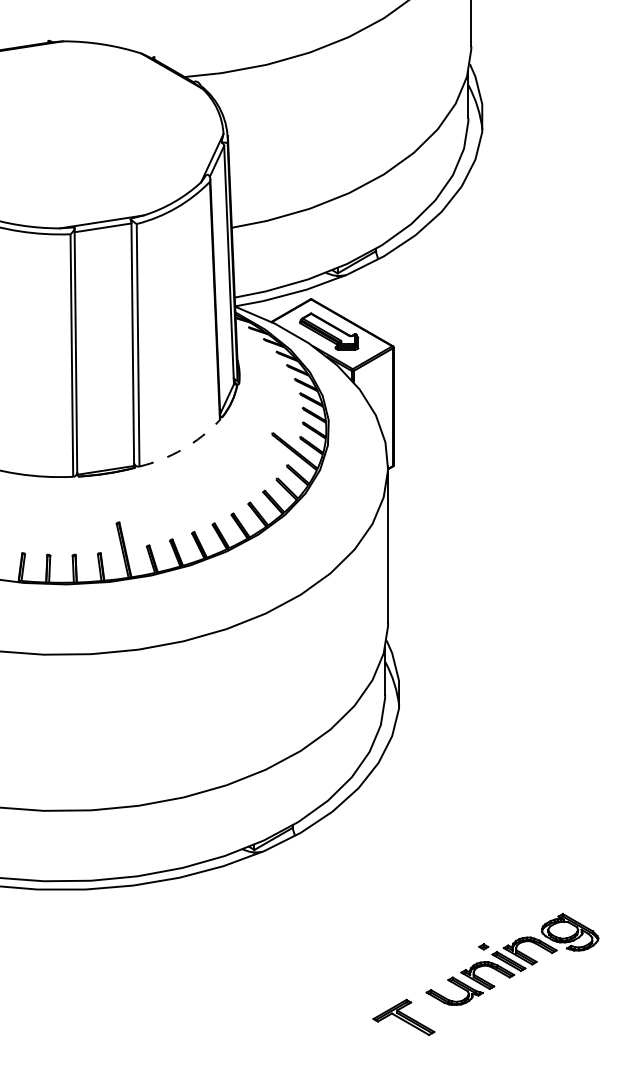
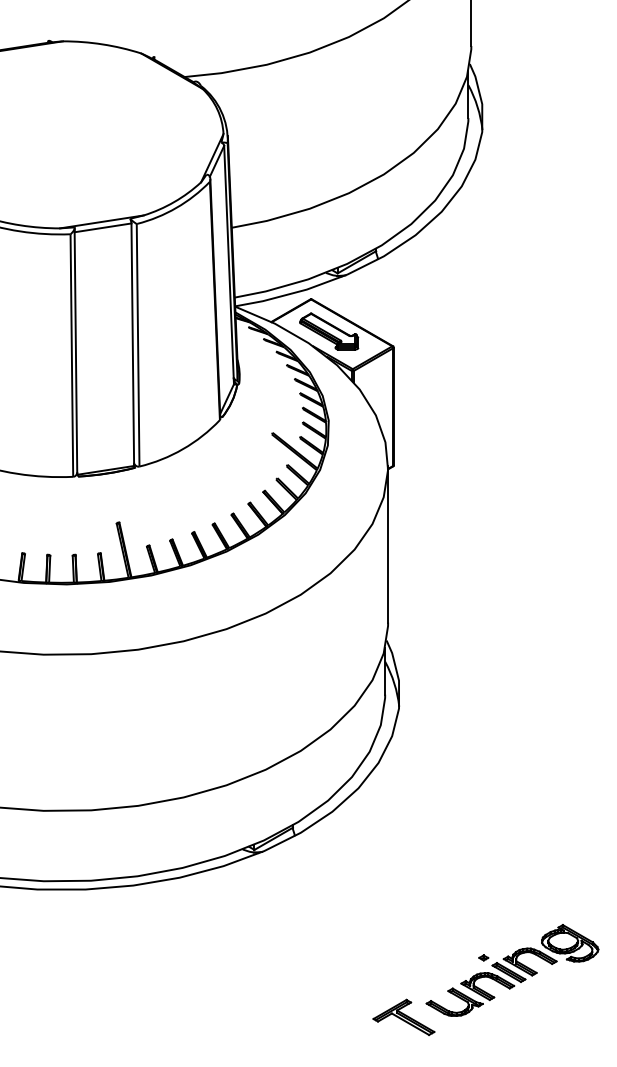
arc at (183, 449): dashed -> solid
part at (512, 959) position: (512, 959) -> (512, 970)
